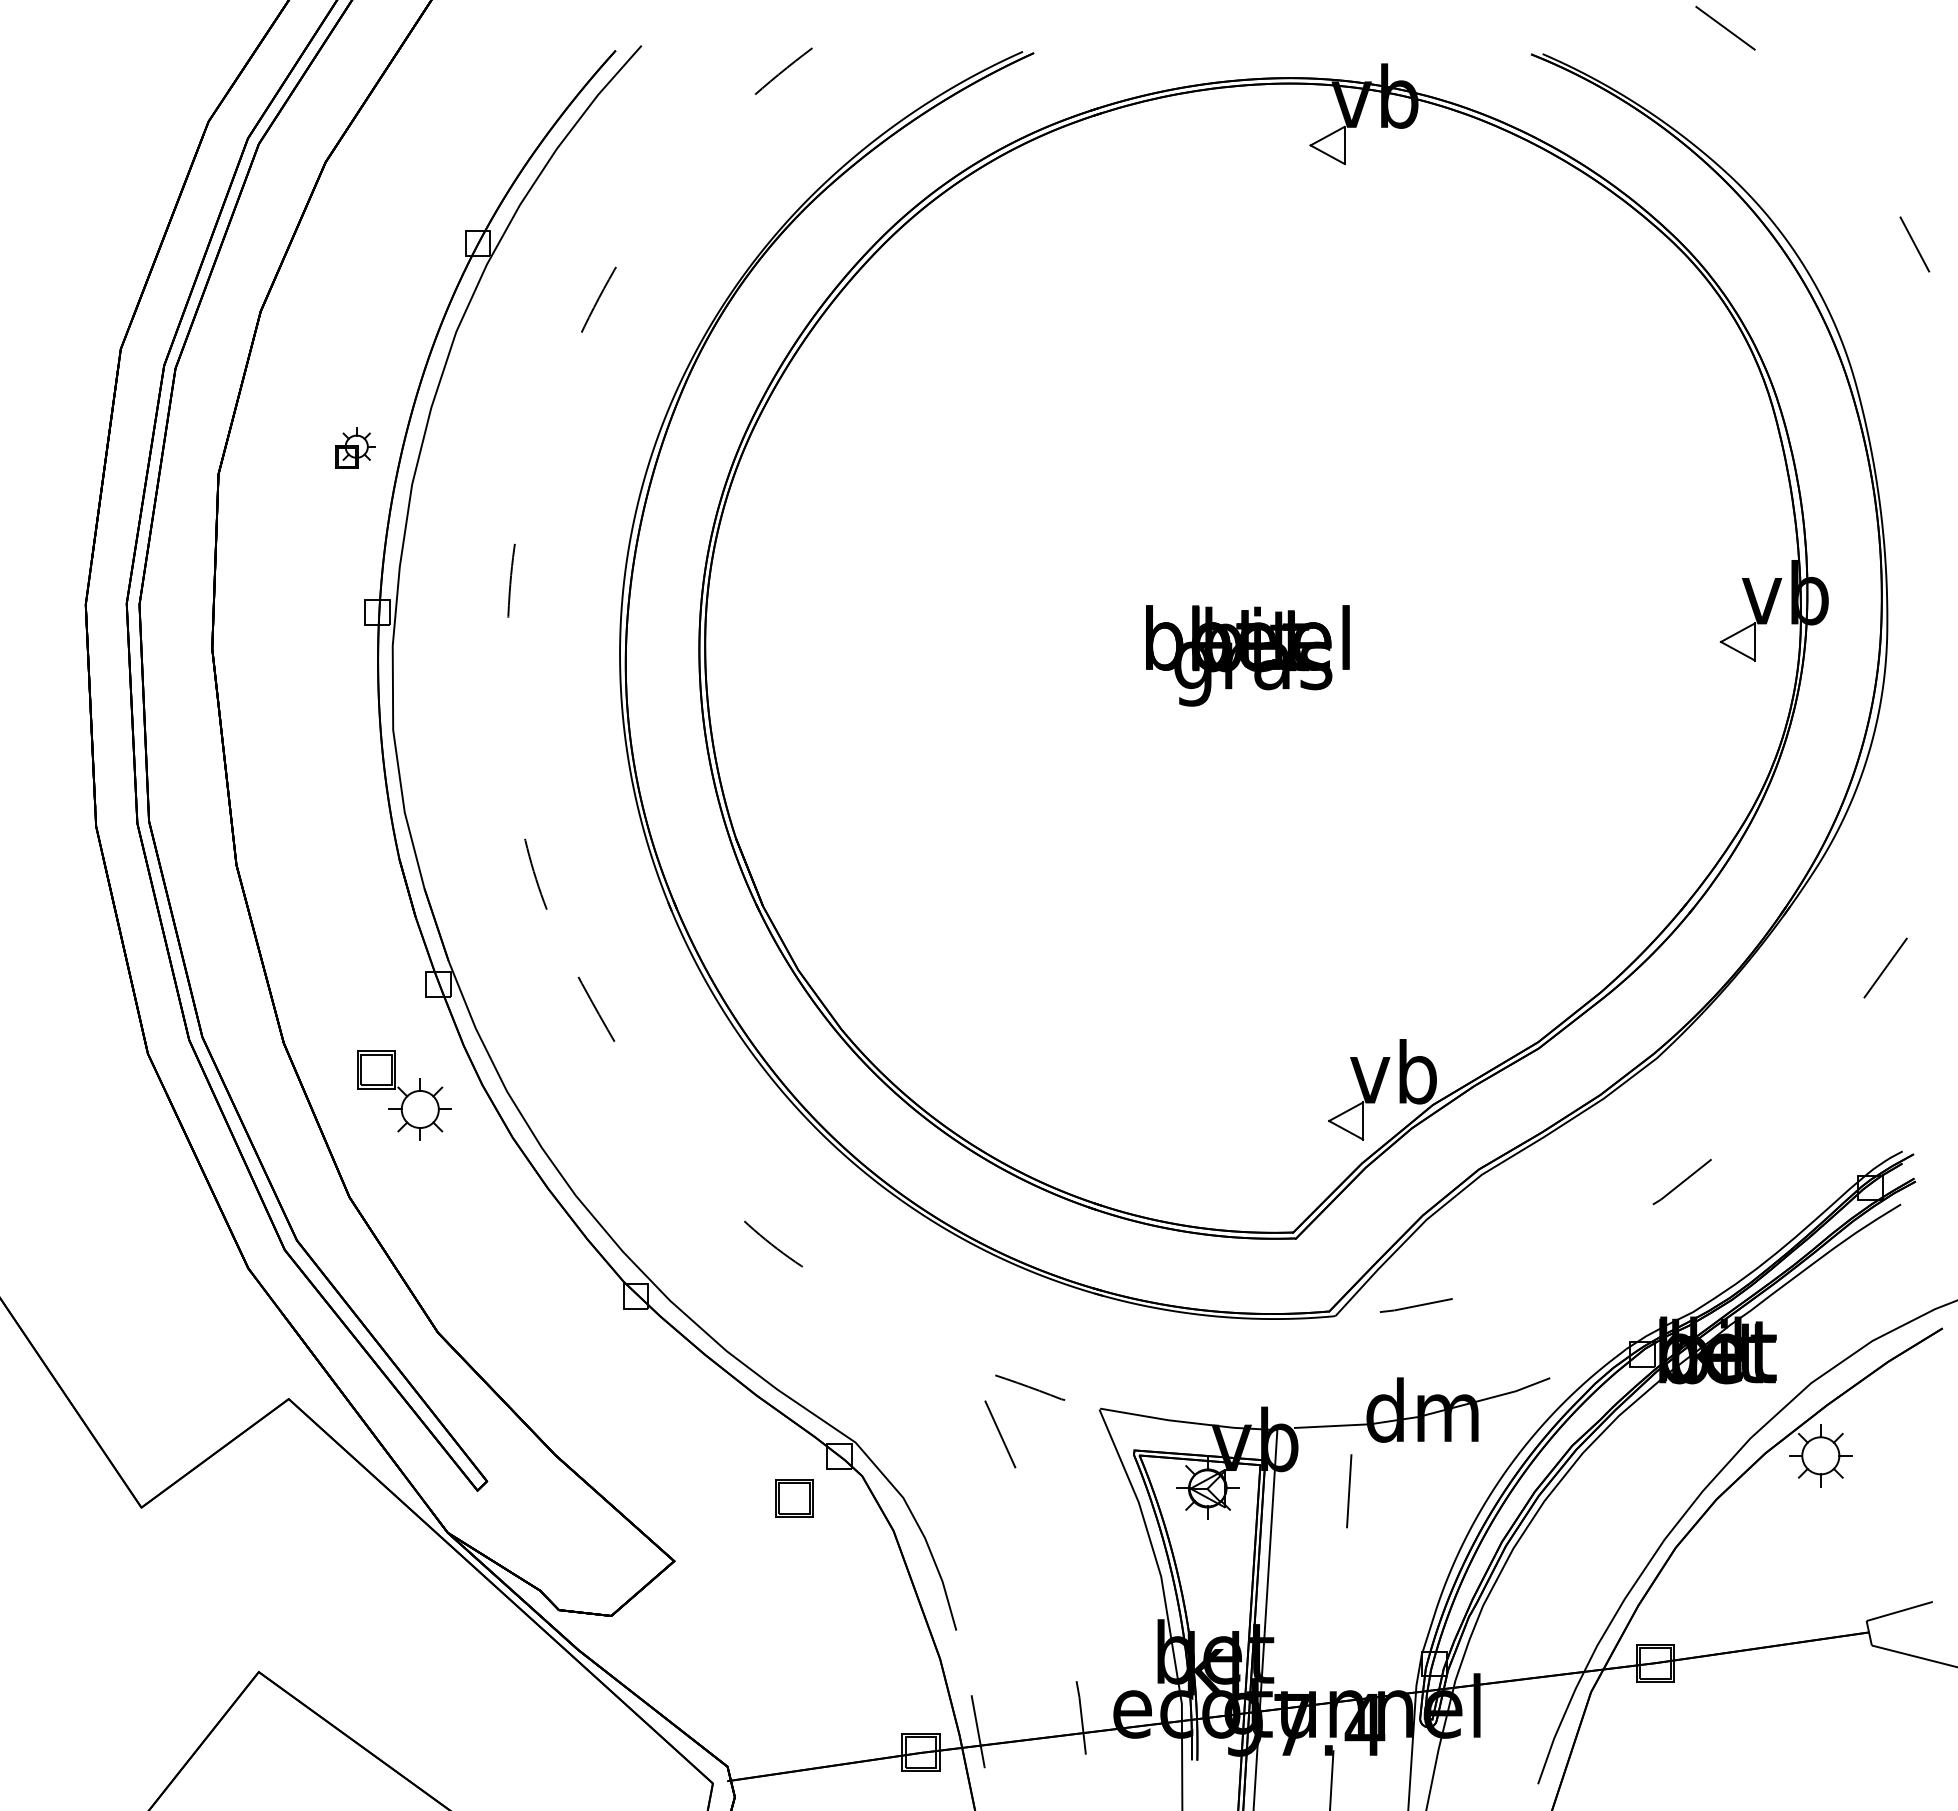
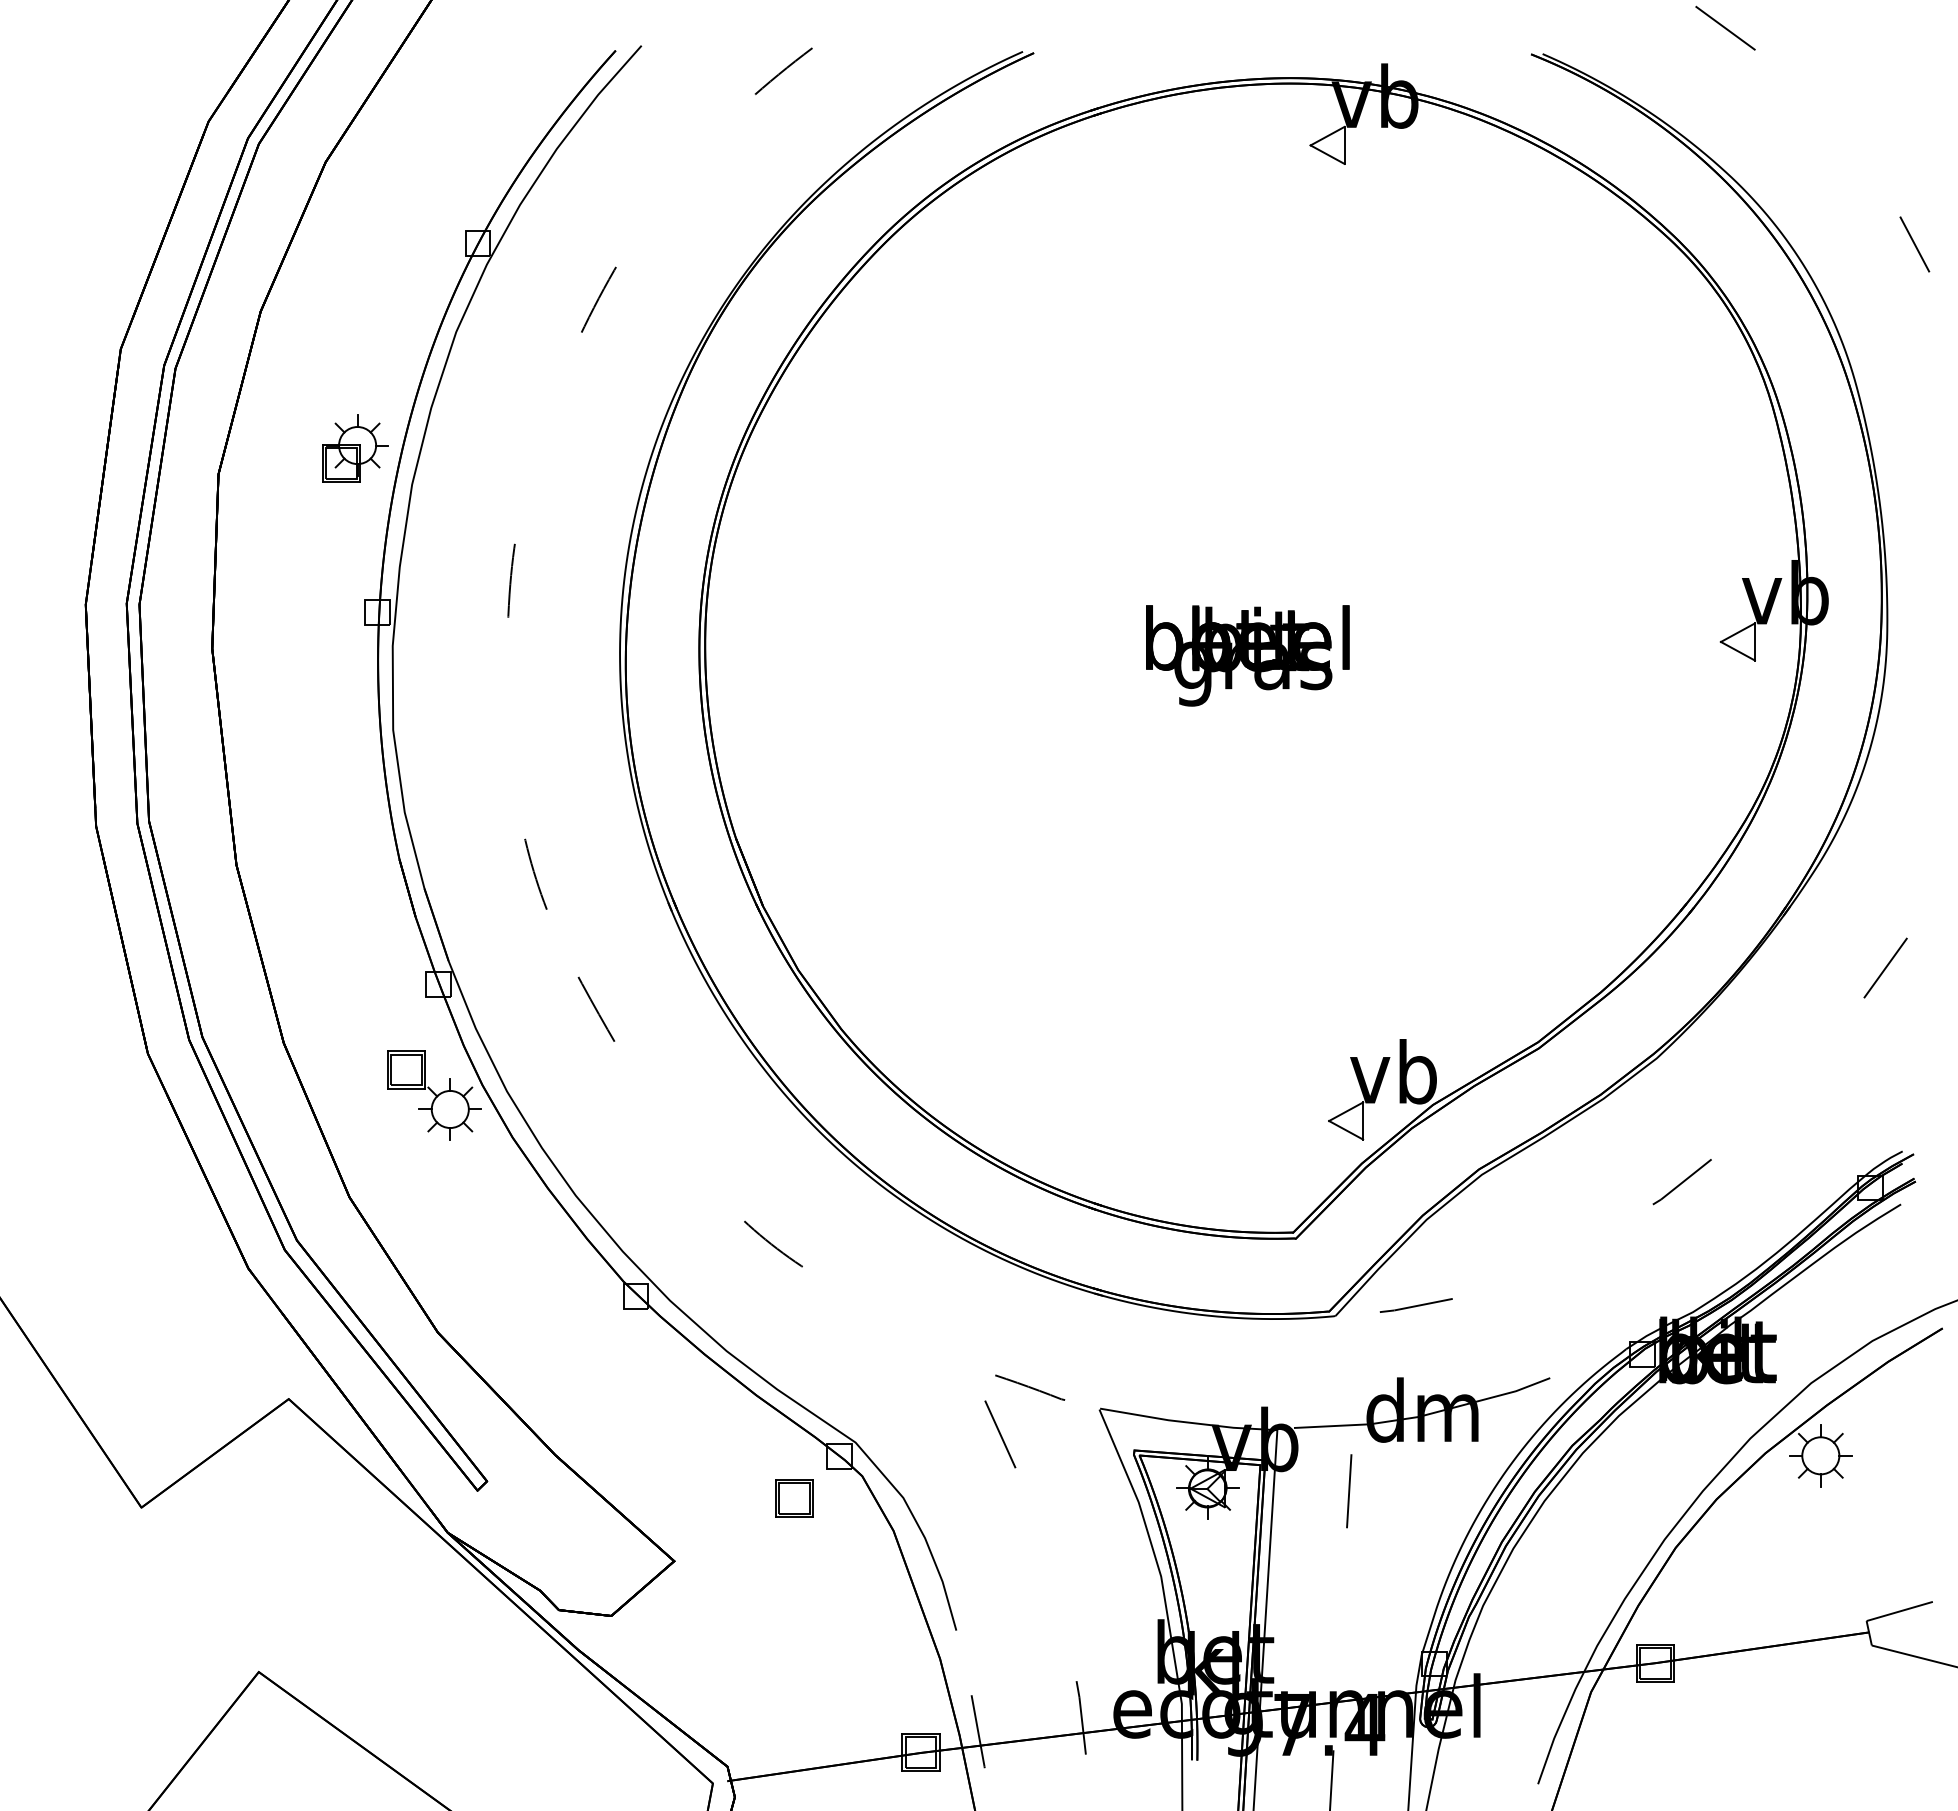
part at (355, 447) size: 41x42 px -> 67x69 px
part at (404, 1095) position: (404, 1095) -> (434, 1095)
